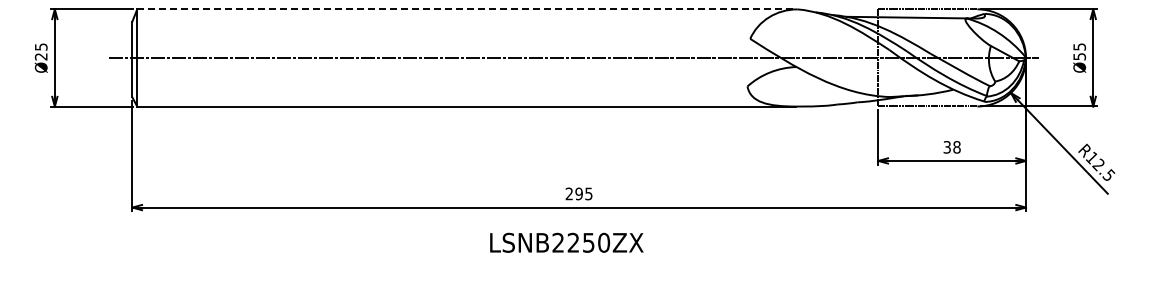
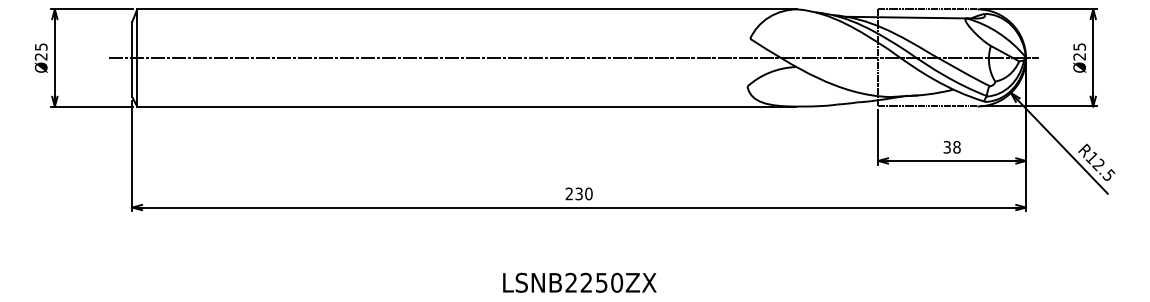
line at (467, 9): dashed -> solid
text at (1079, 56): Ø55 -> Ø25
text at (583, 193): 295 -> 230
text at (566, 242) position: (566, 242) -> (579, 282)
